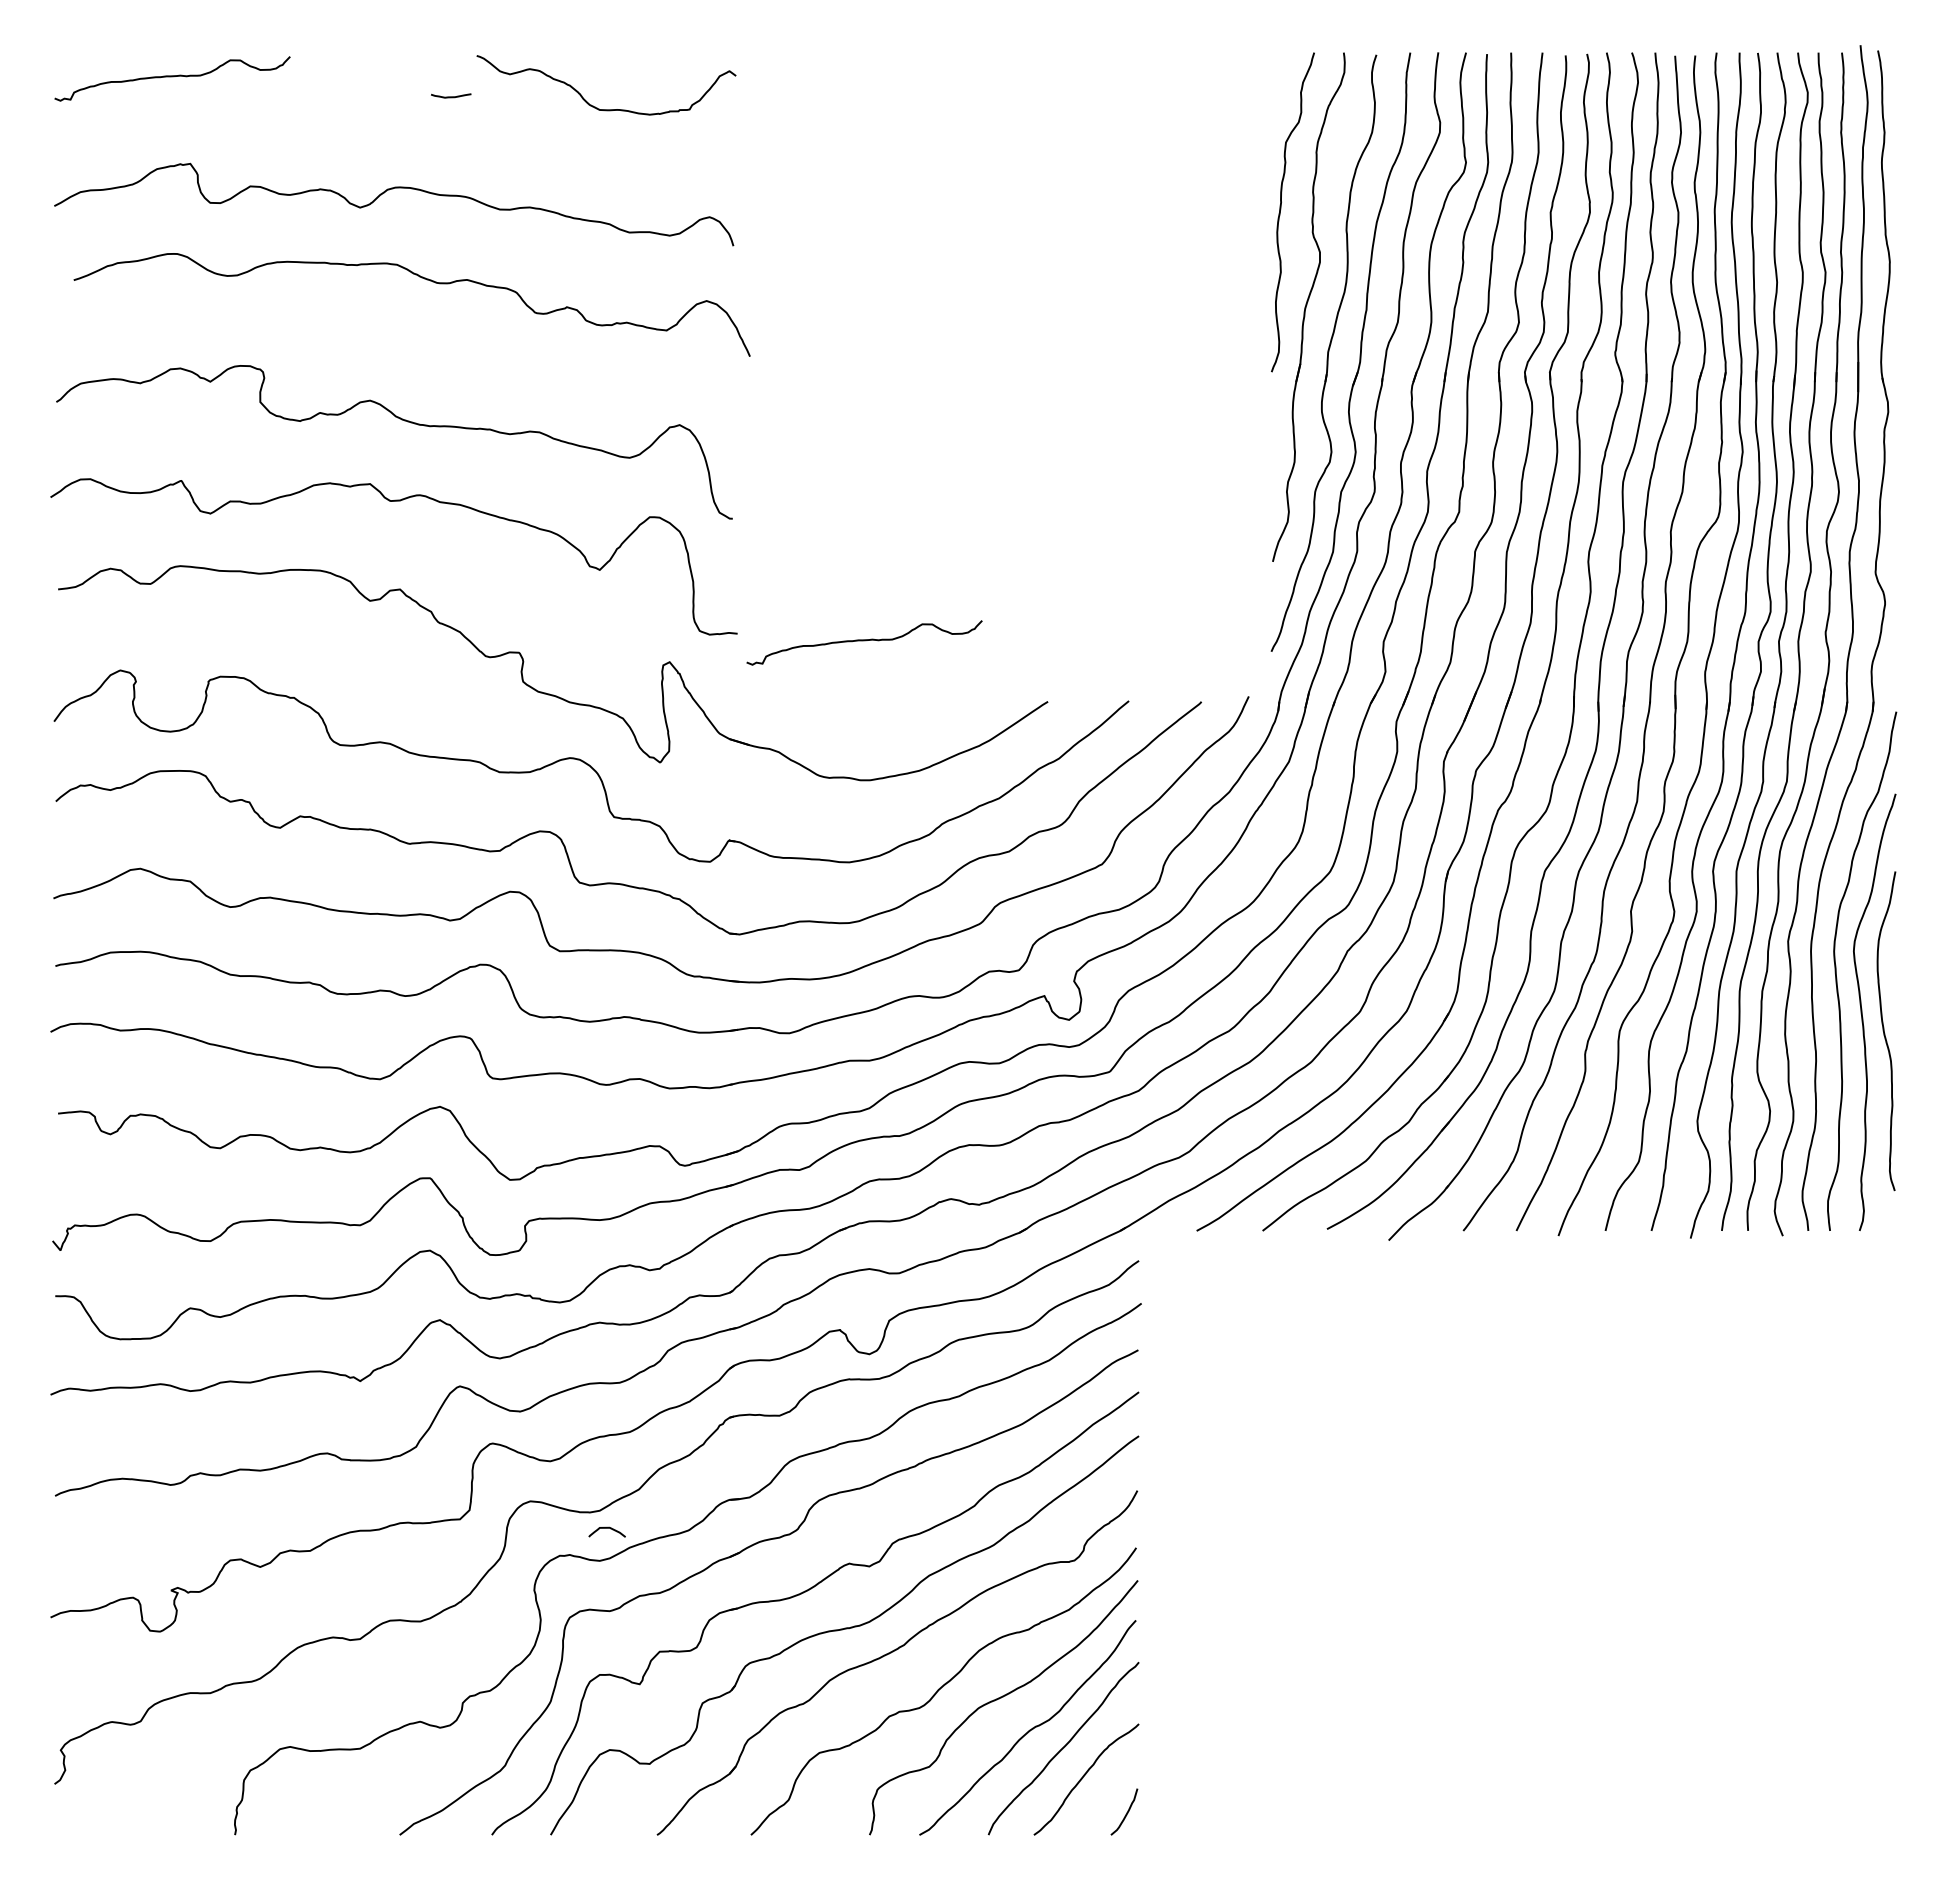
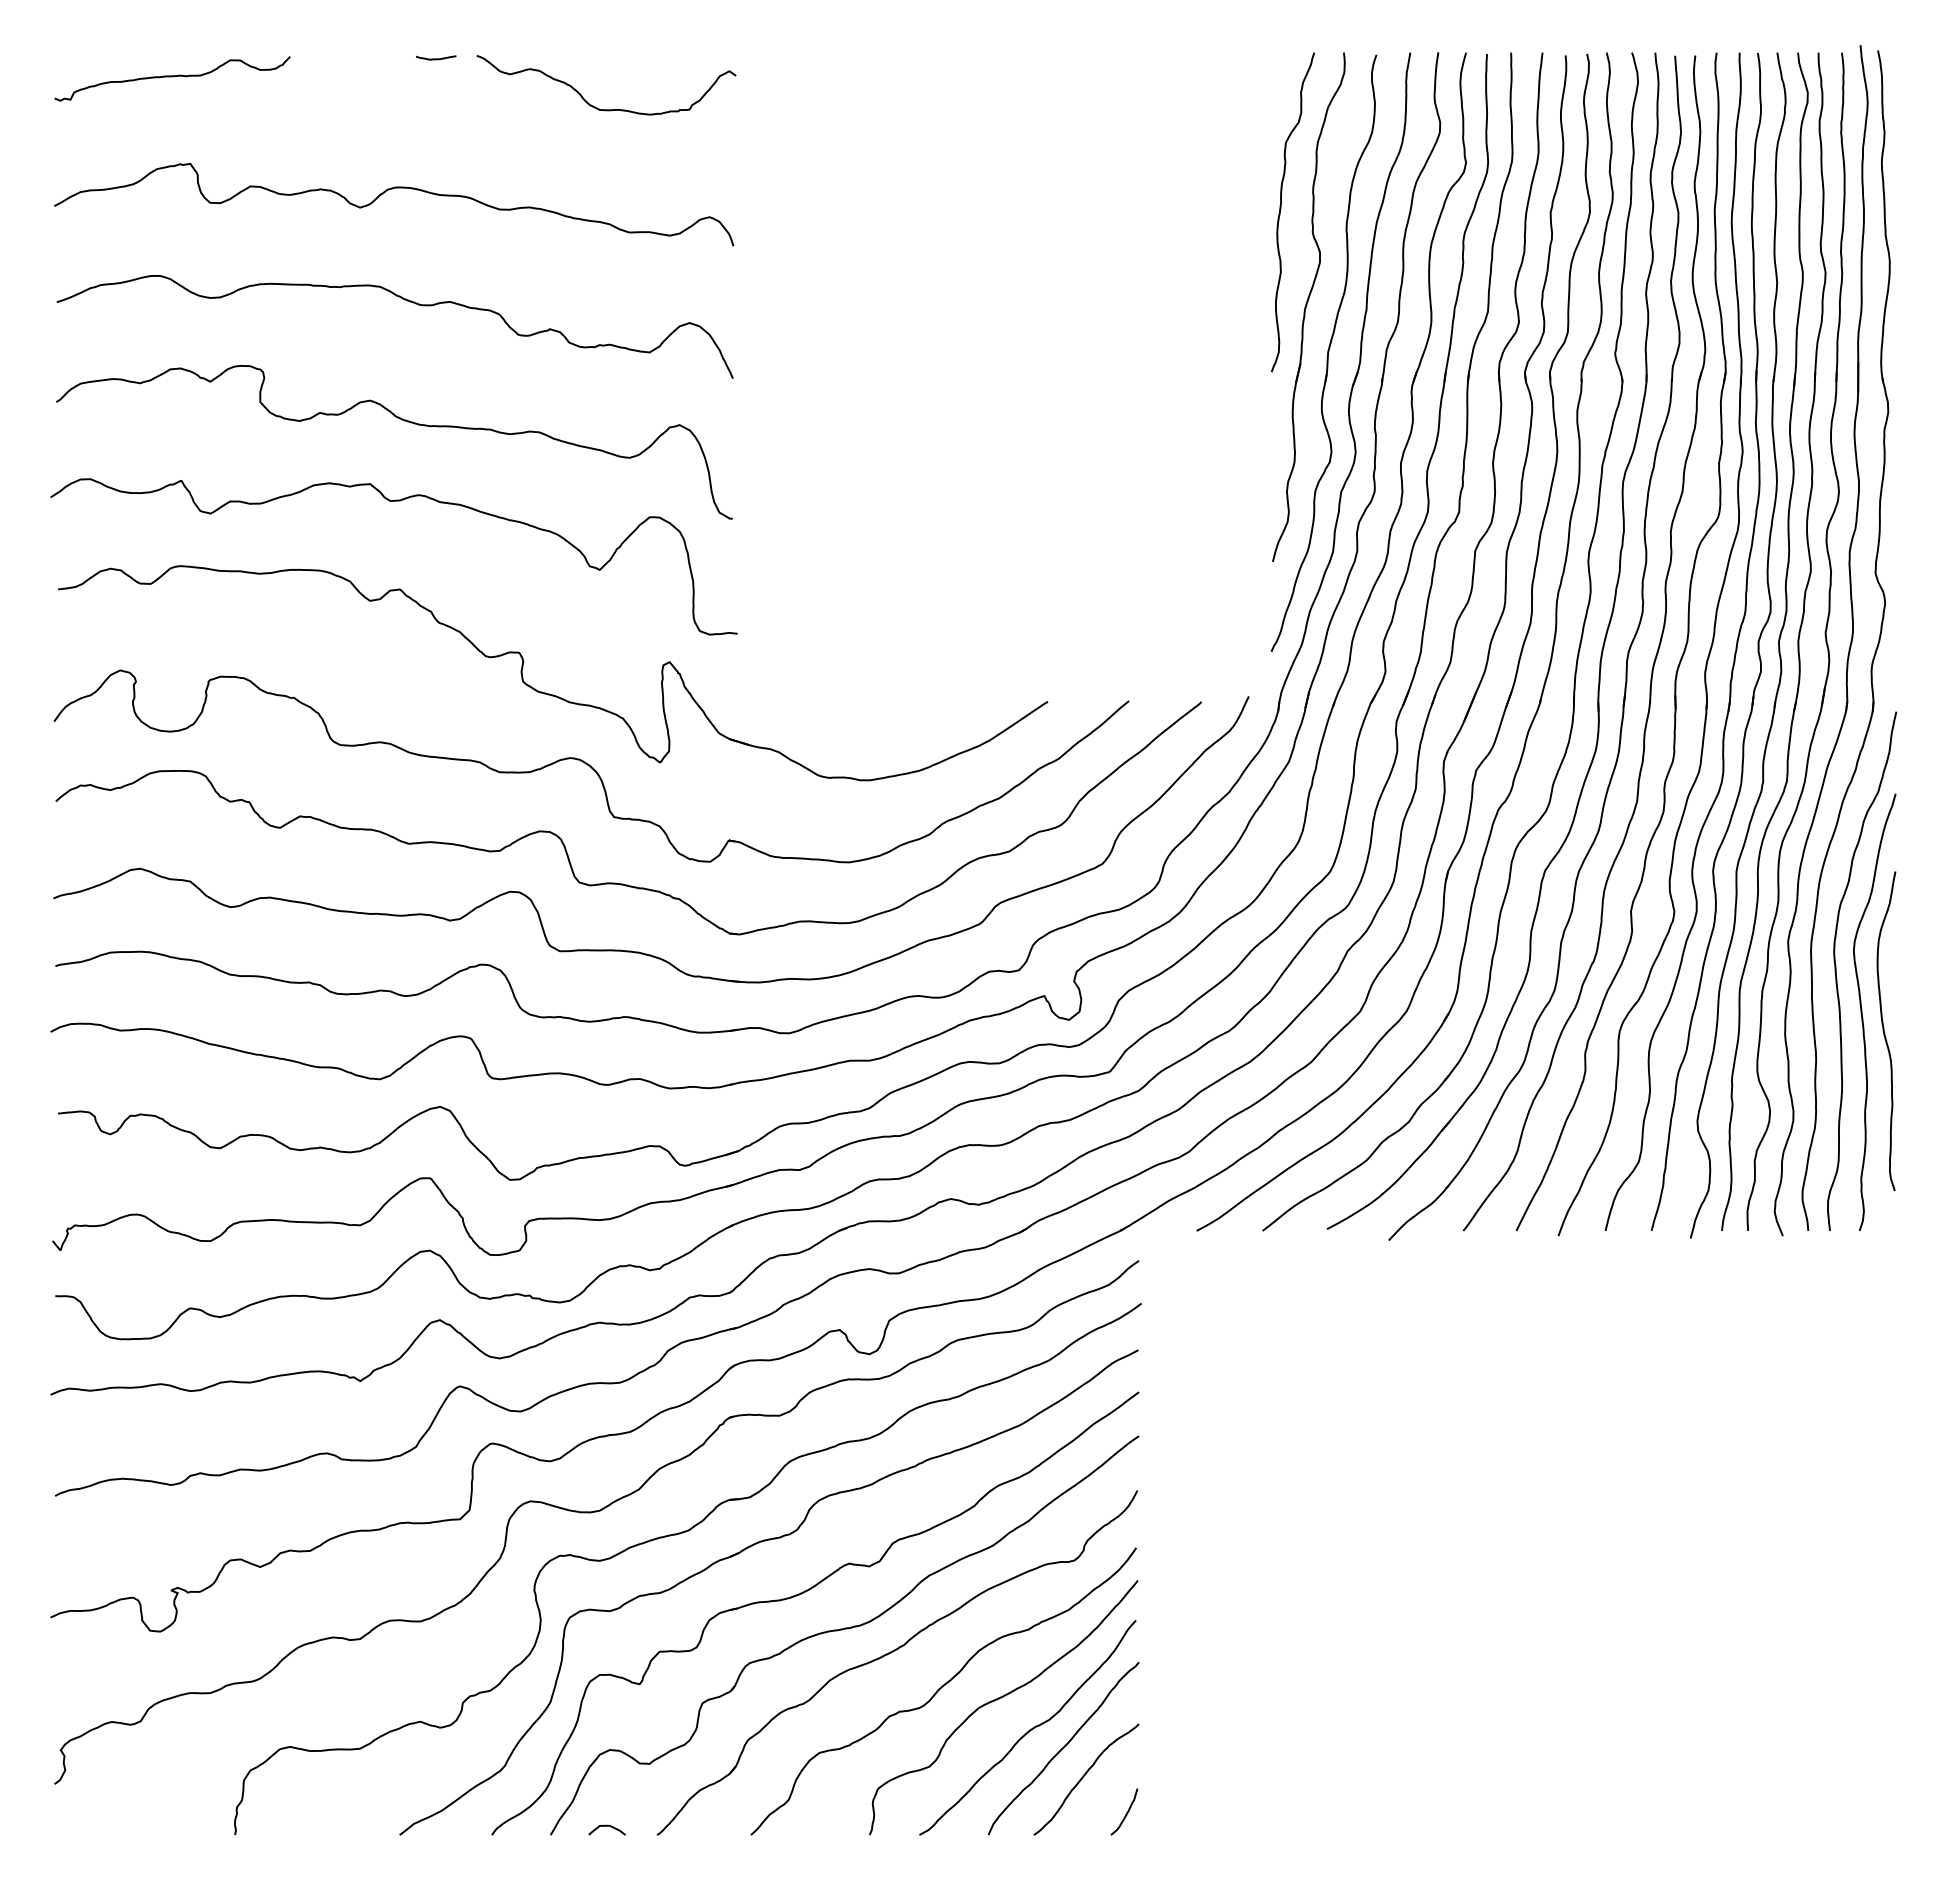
curve at (451, 96) position: (451, 96) -> (436, 58)
curve at (421, 278) position: (421, 278) -> (404, 300)
curve at (864, 641): present -> none
curve at (606, 1528) position: (606, 1528) -> (606, 1826)
